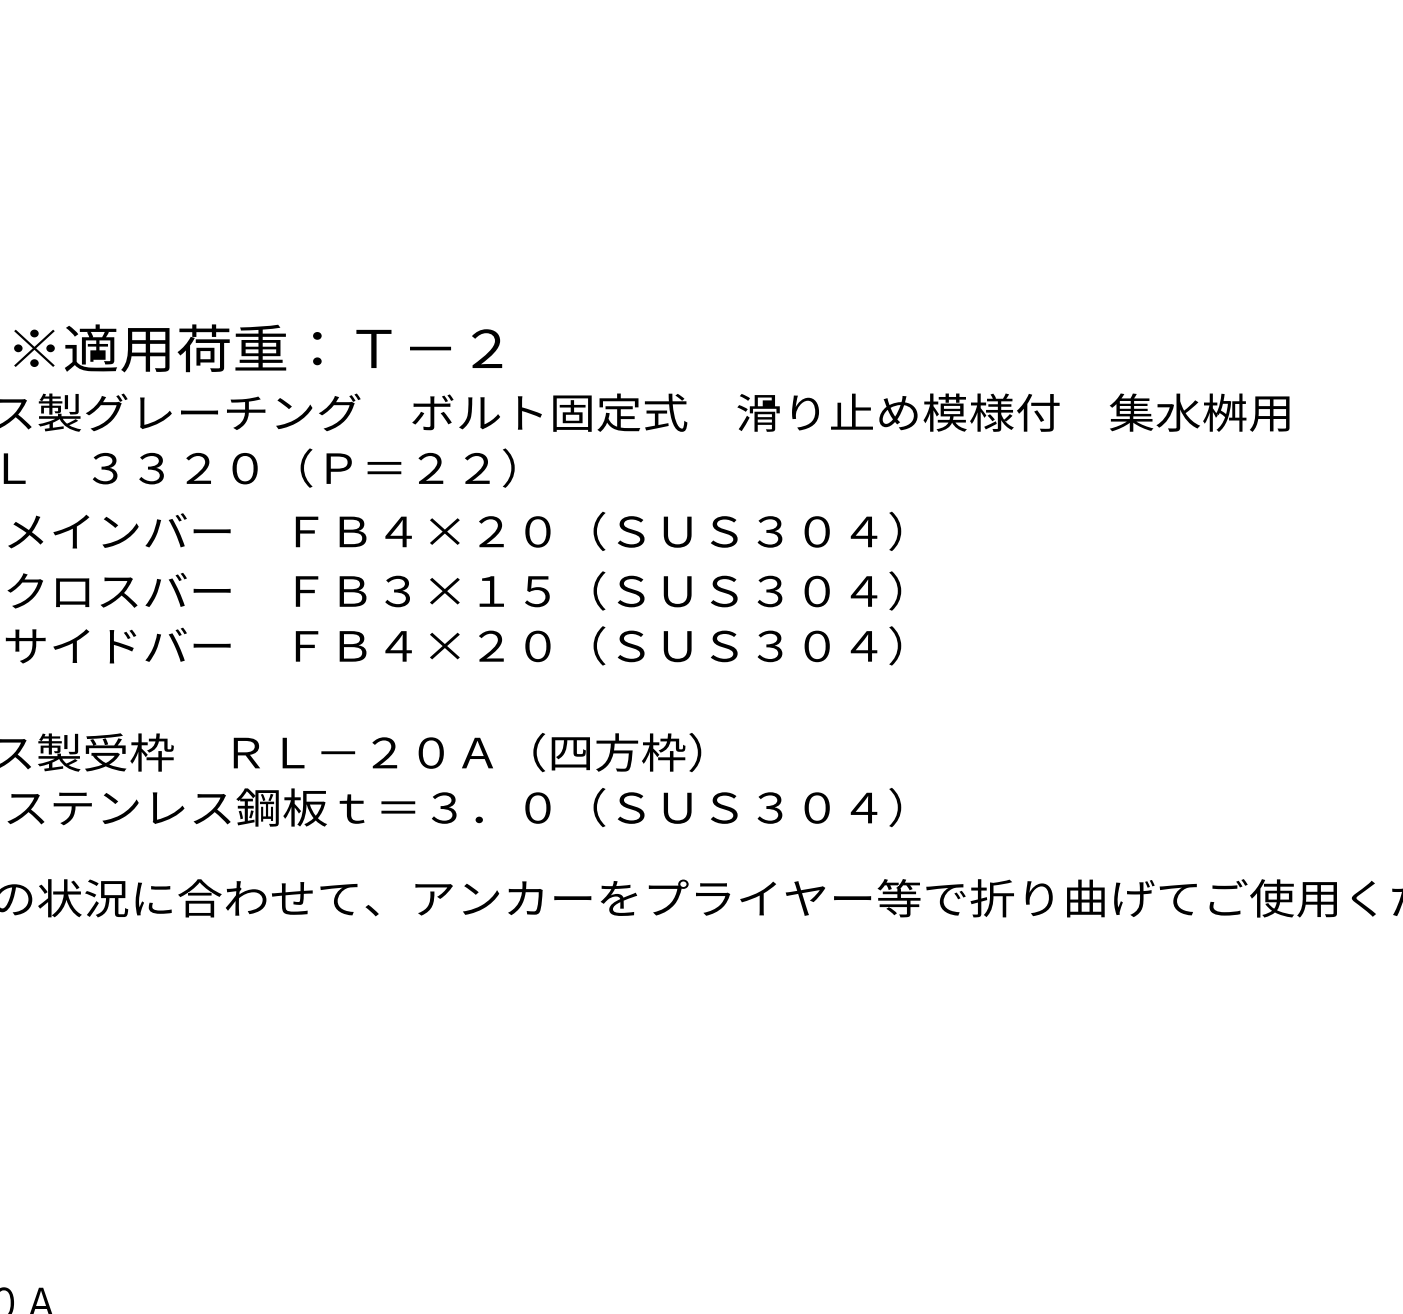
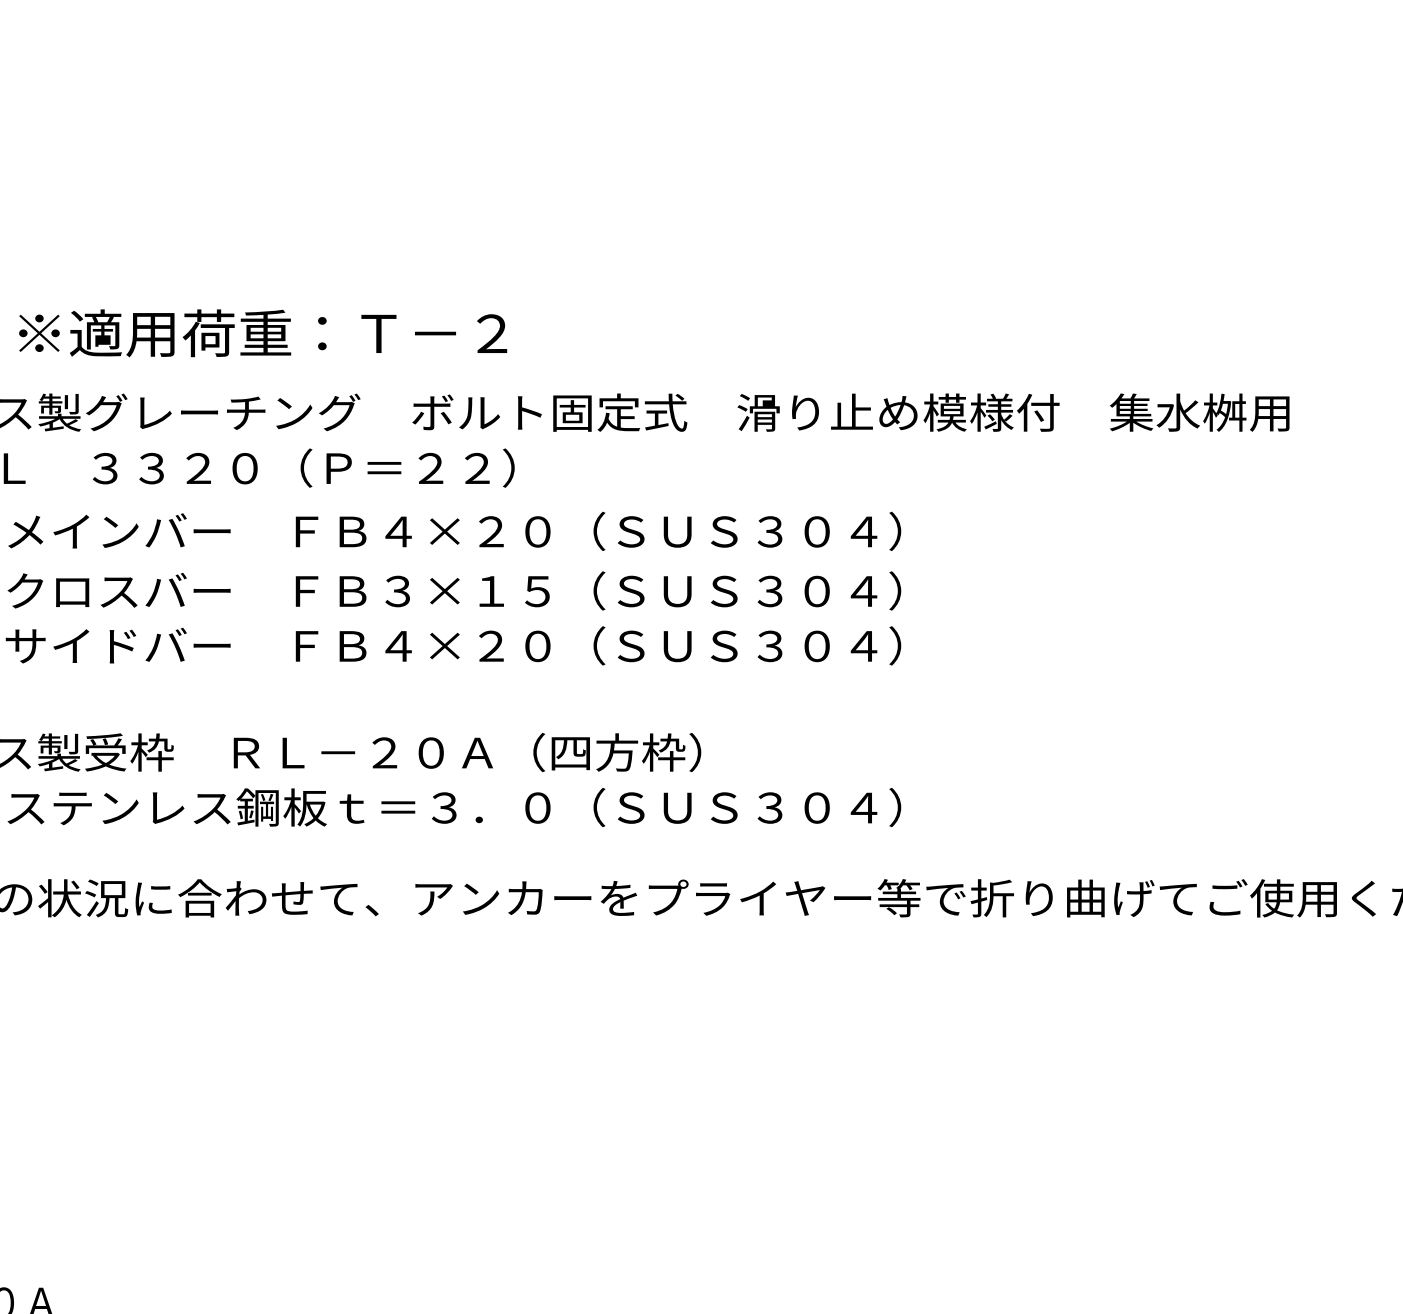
text at (258, 348) position: (258, 348) -> (263, 333)
